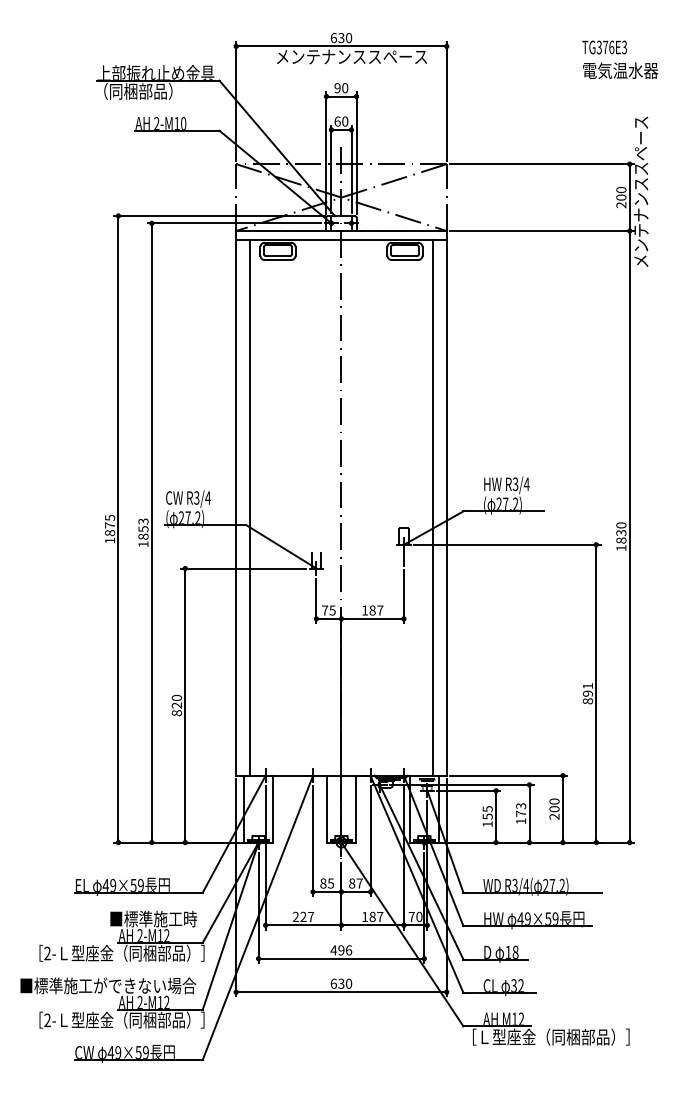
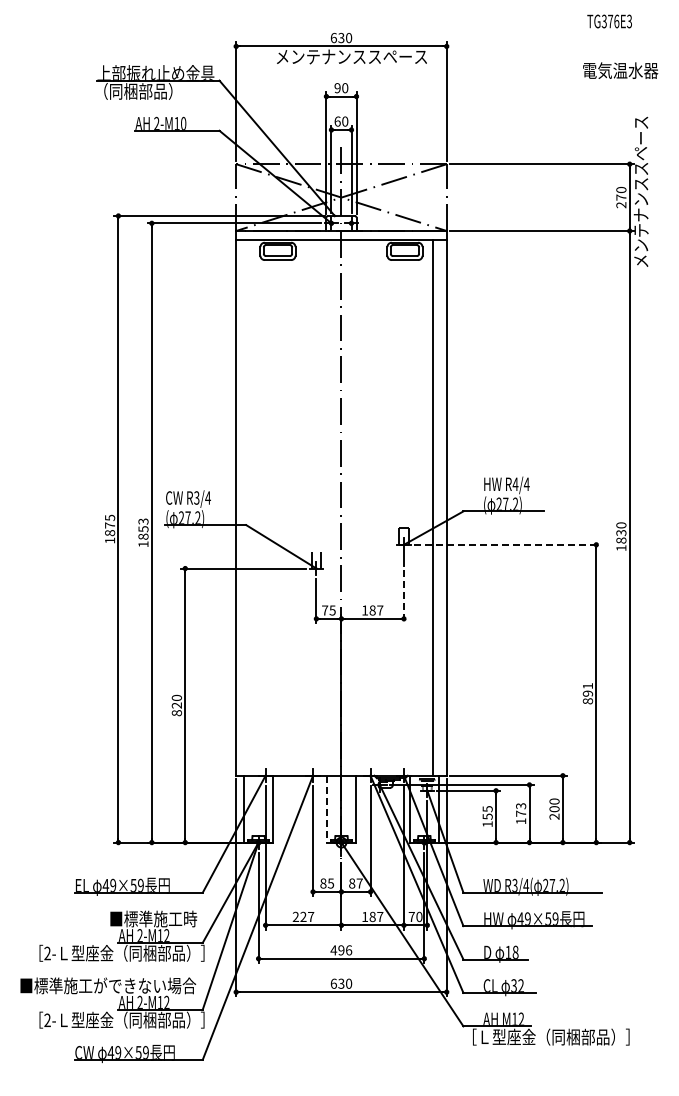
text at (604, 47) position: (604, 47) -> (609, 21)
text at (621, 197): 200 -> 270
text at (515, 484): R3/4 -> R4/4
line at (249, 507): present -> none
line at (507, 544): solid -> dashed
line at (403, 596): solid -> dashed
line at (327, 809): solid -> dashed
